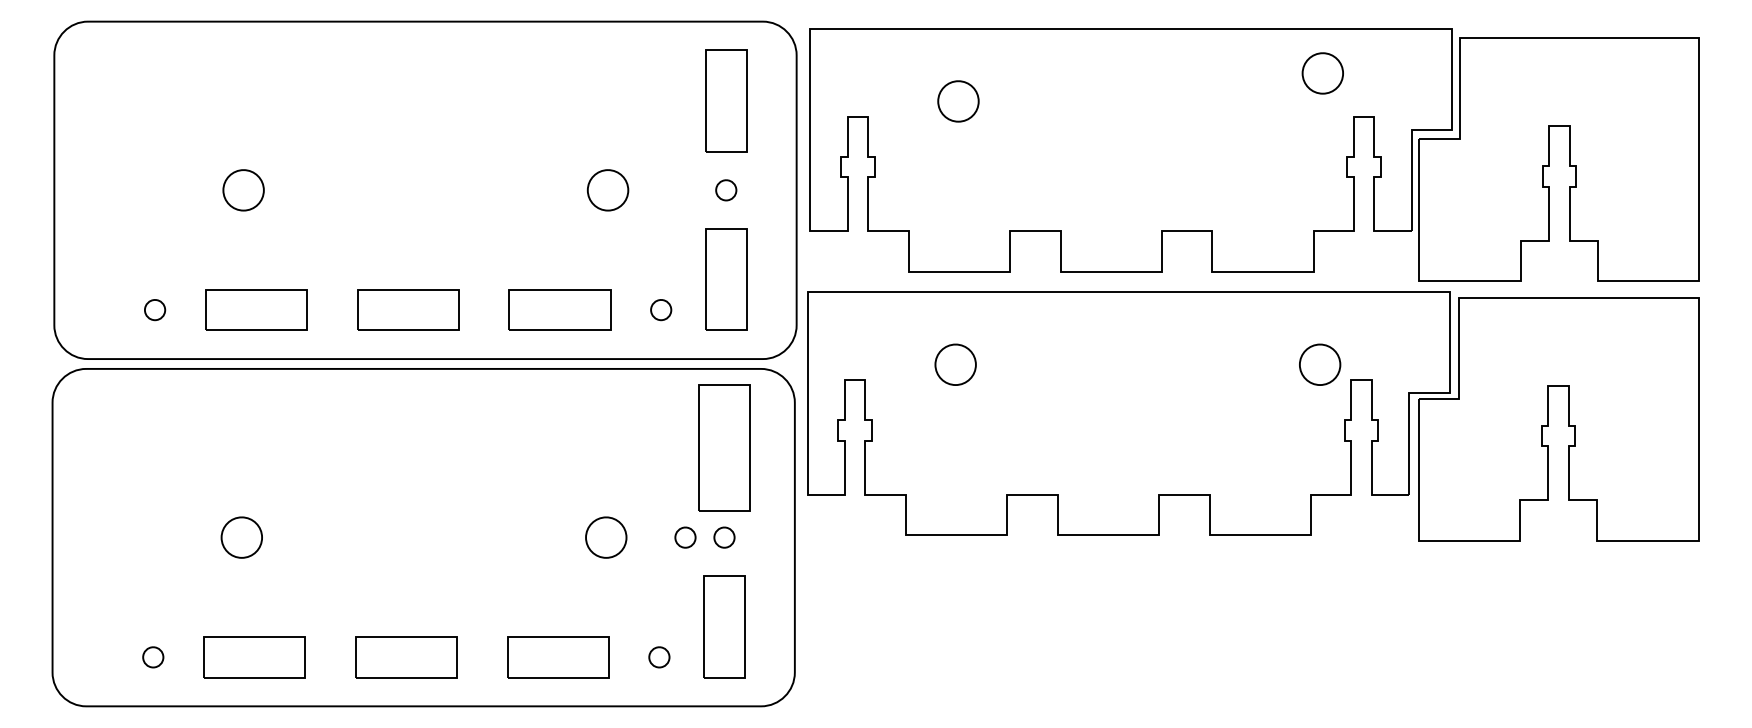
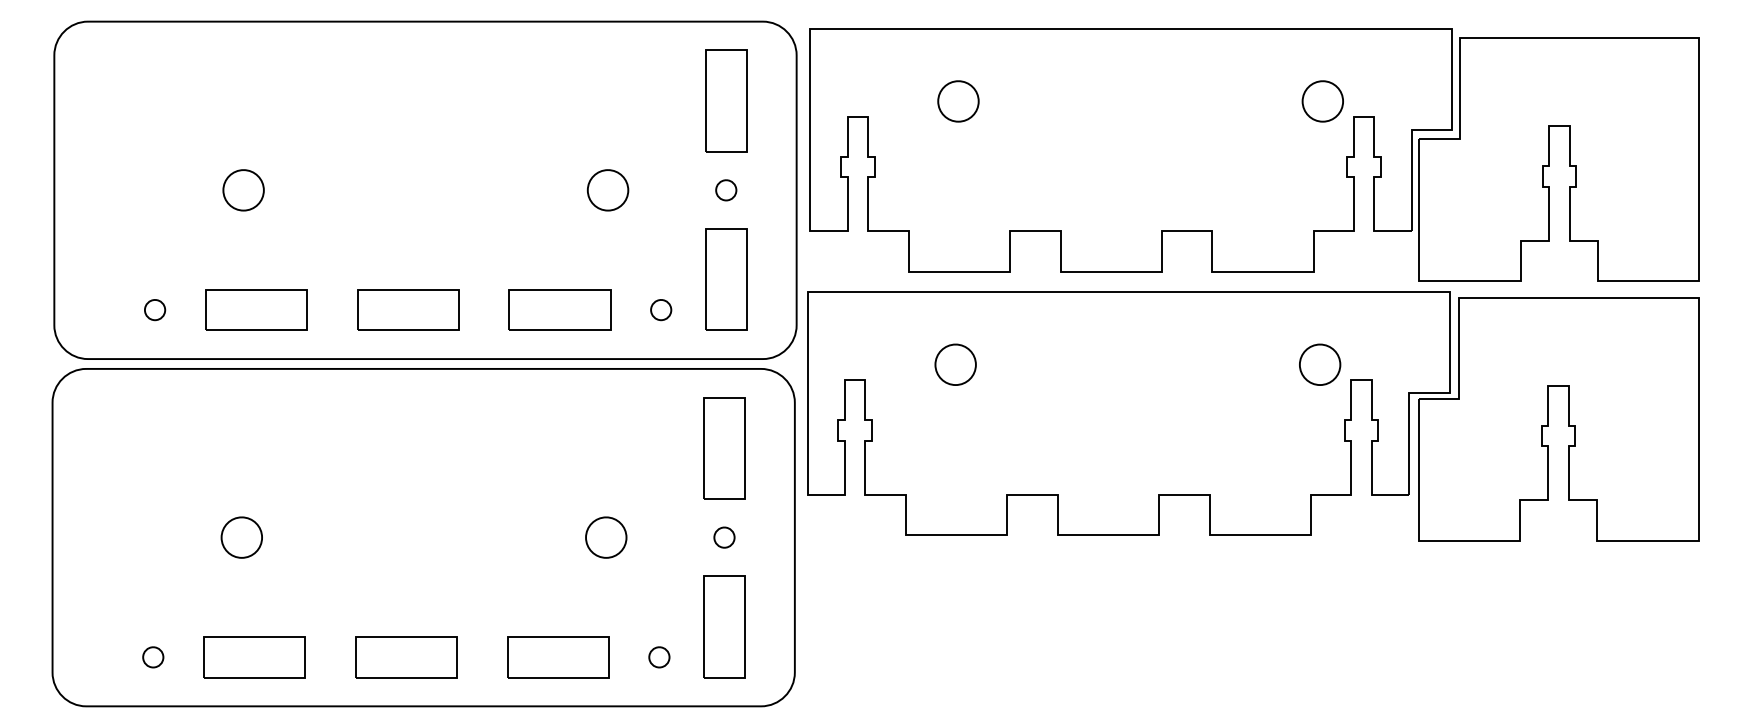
part at (1322, 73) position: (1322, 73) -> (1322, 101)
part at (724, 447) size: 53x128 px -> 43x103 px
part at (685, 537): present -> none
